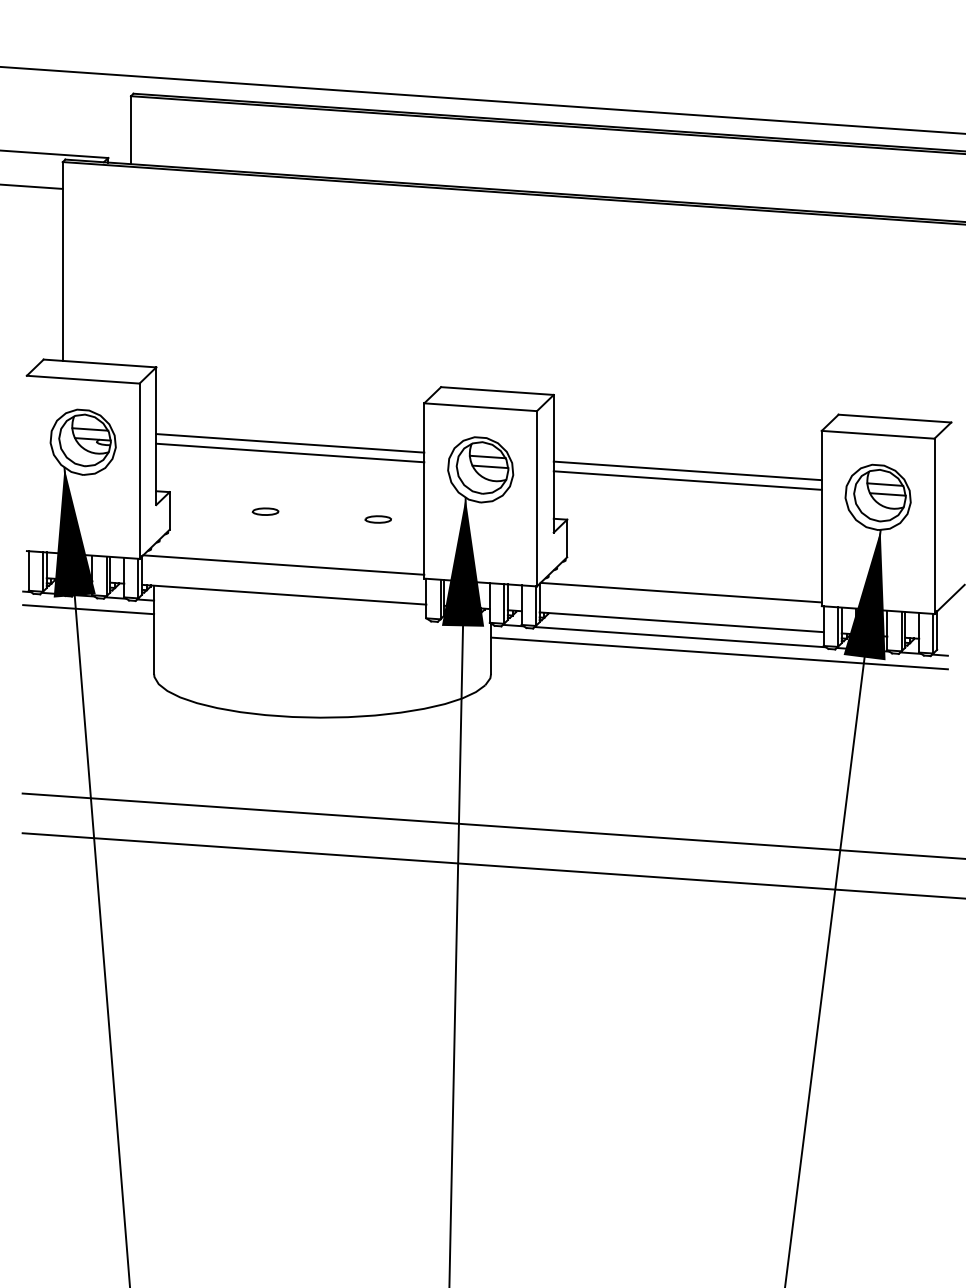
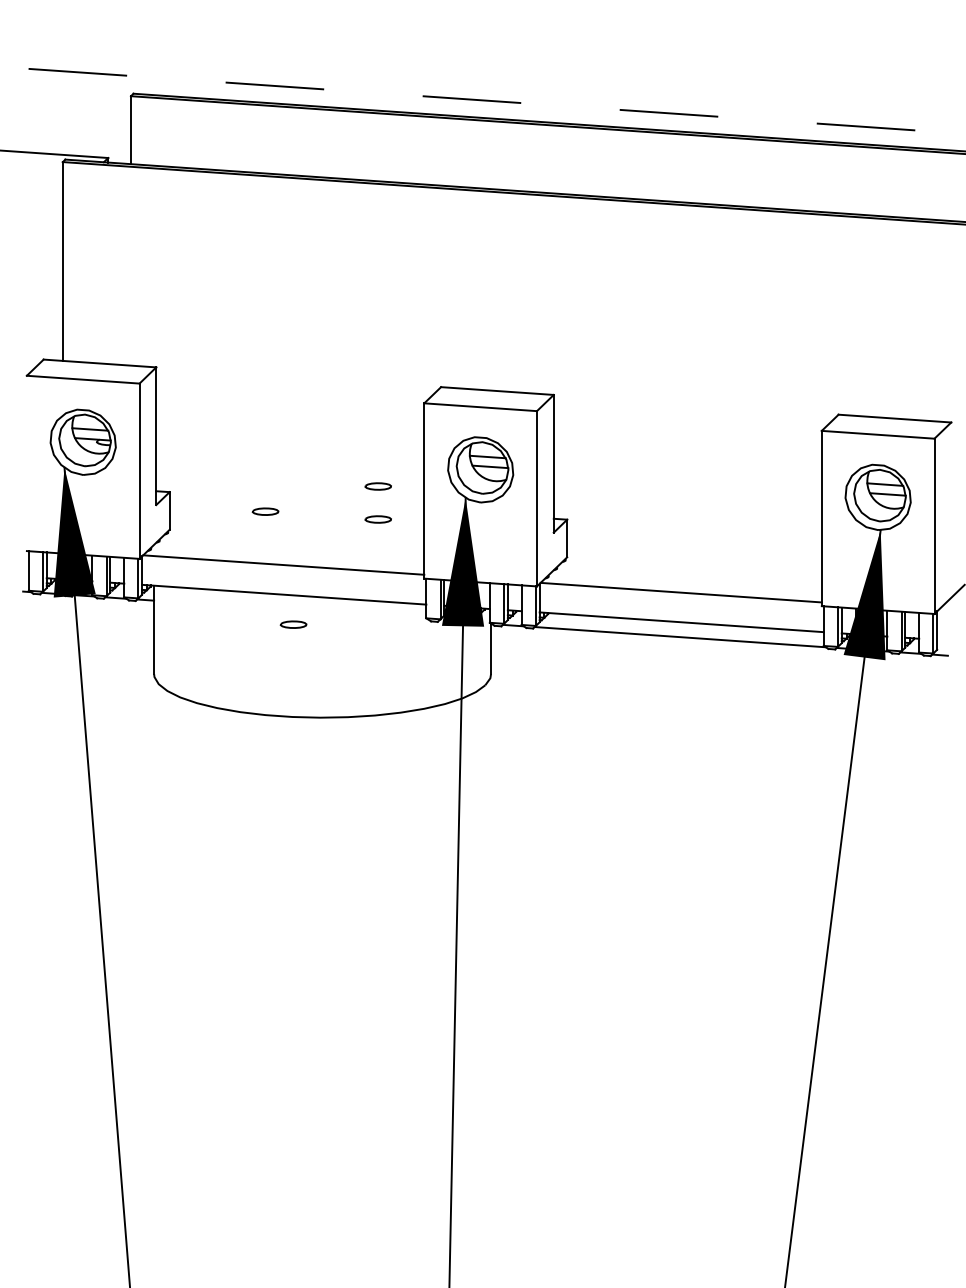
line at (482, 100): solid -> dashed
line at (32, 186): present -> none
line at (290, 443): present -> none
line at (290, 452): present -> none
line at (687, 470): present -> none
line at (687, 480): present -> none
part at (377, 486): none -> present
line at (88, 609): present -> none
part at (293, 624): none -> present
line at (719, 653): present -> none
line at (492, 825): present -> none
line at (492, 865): present -> none
